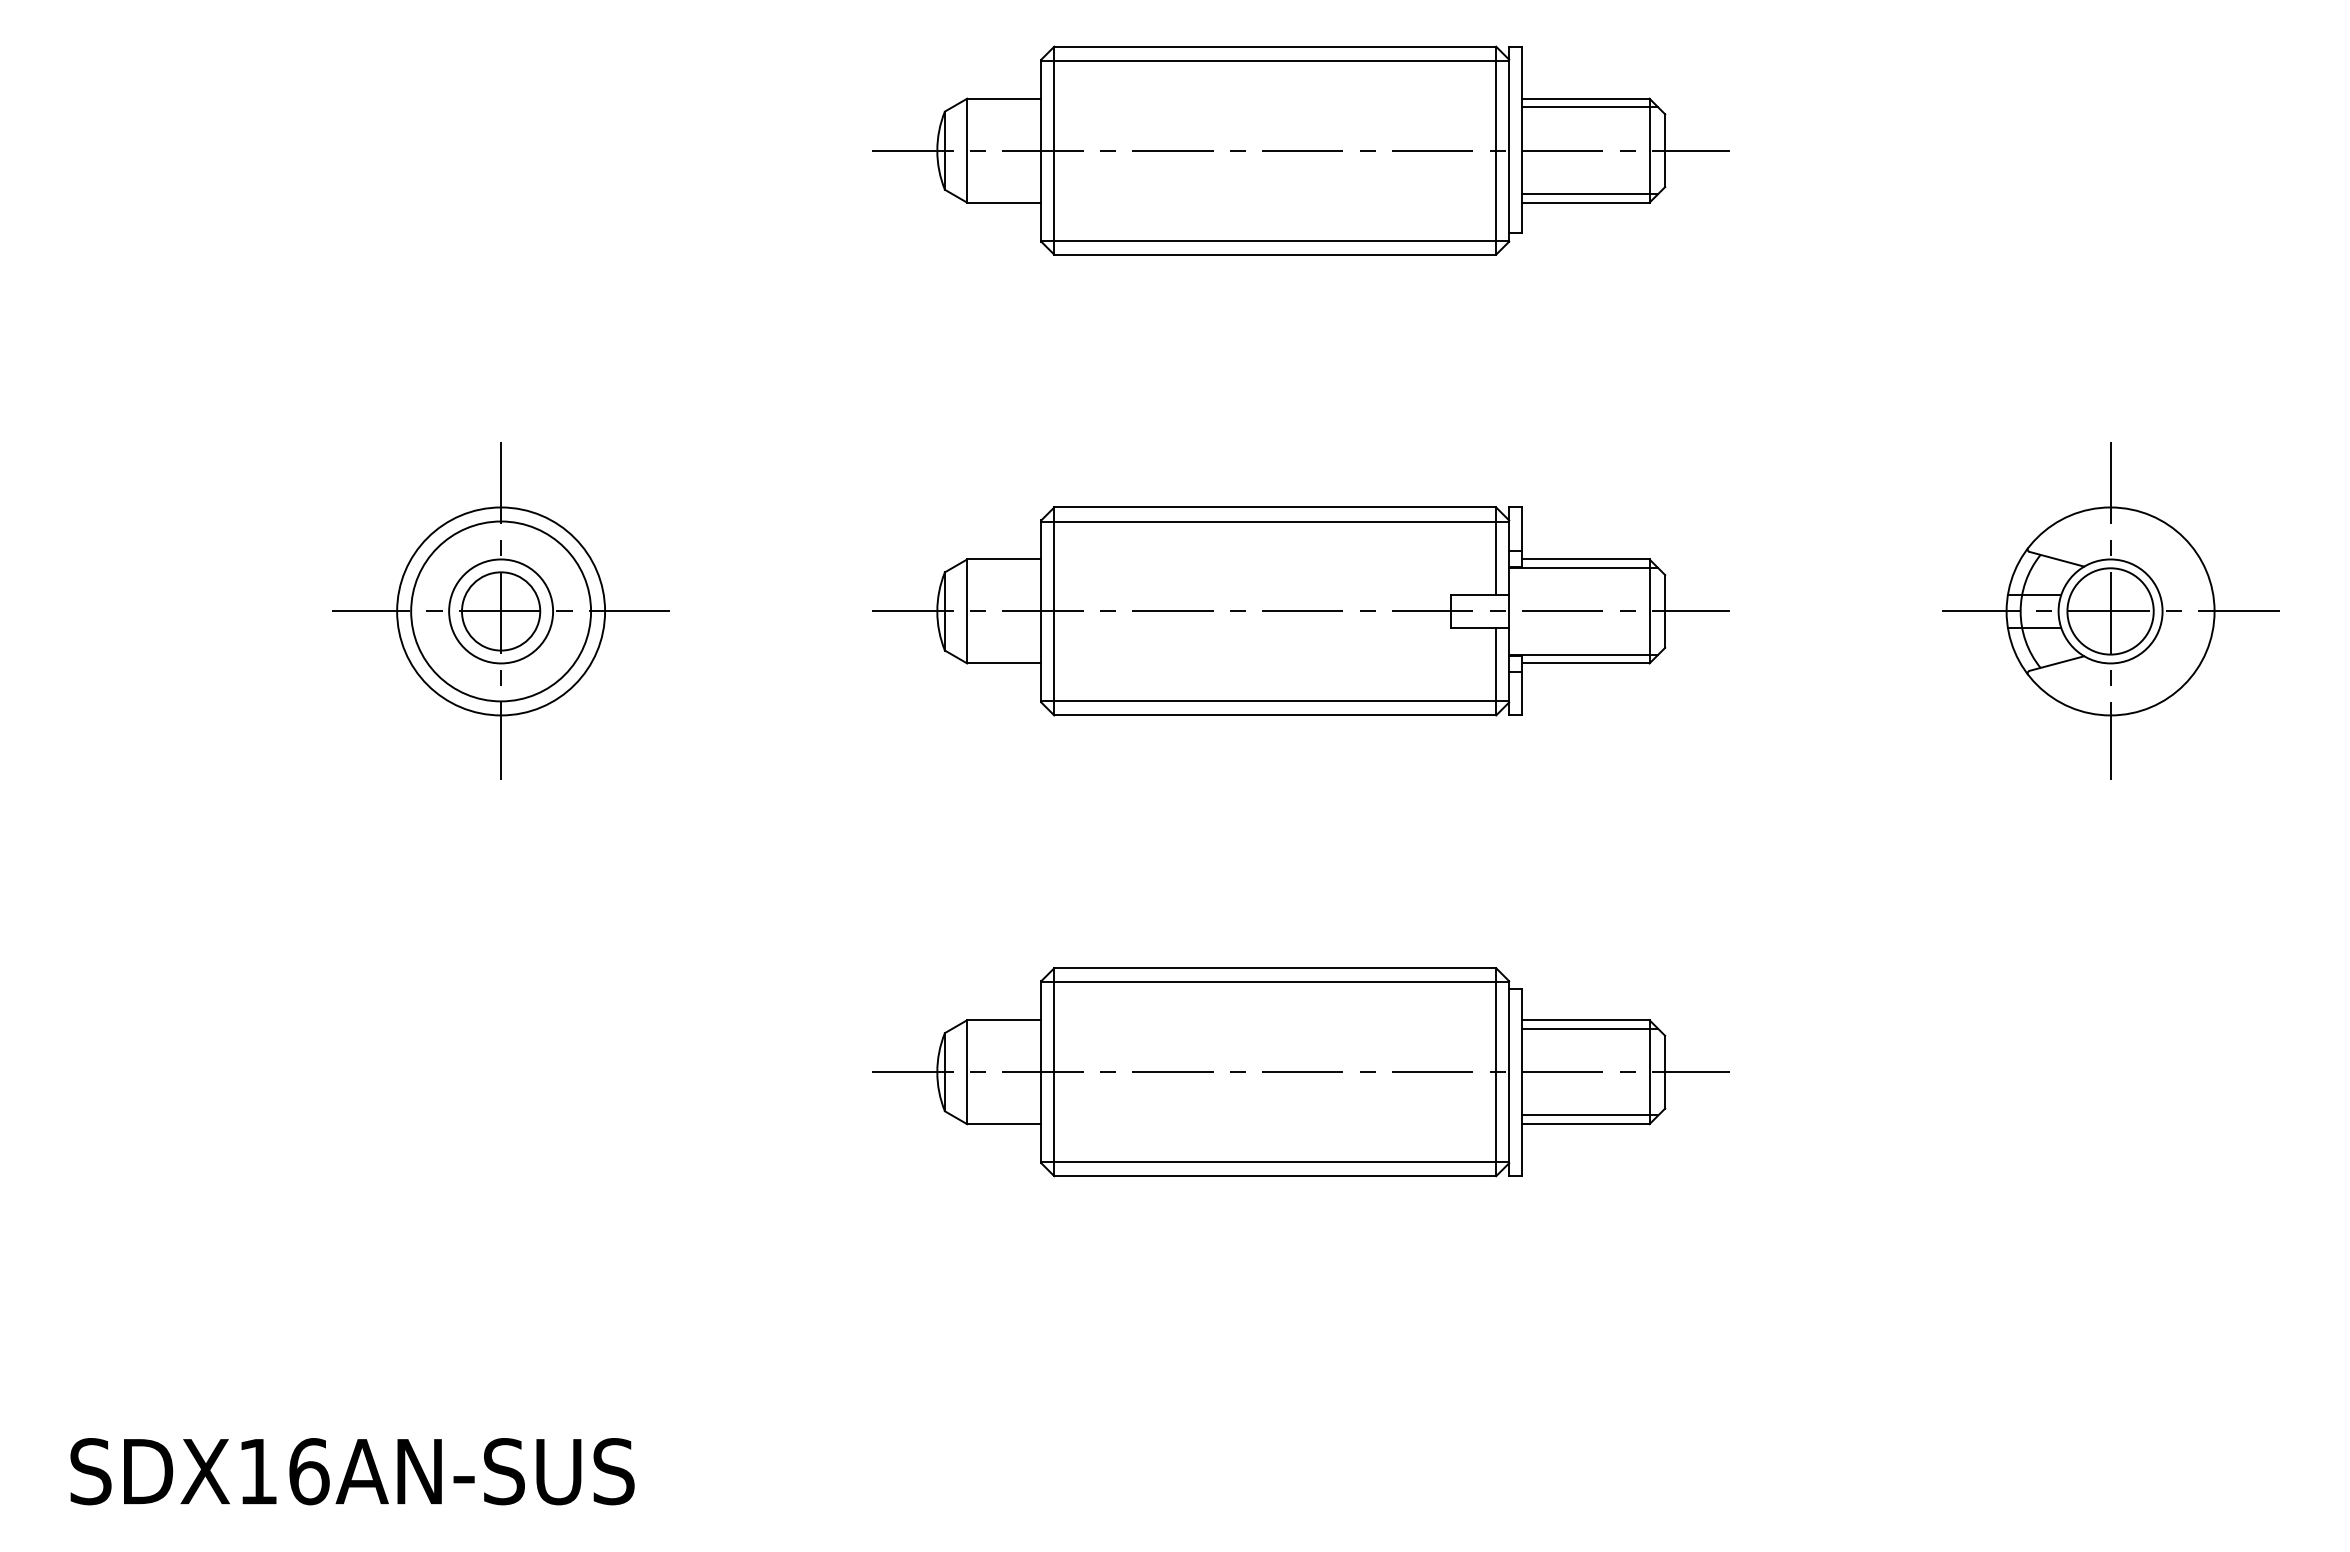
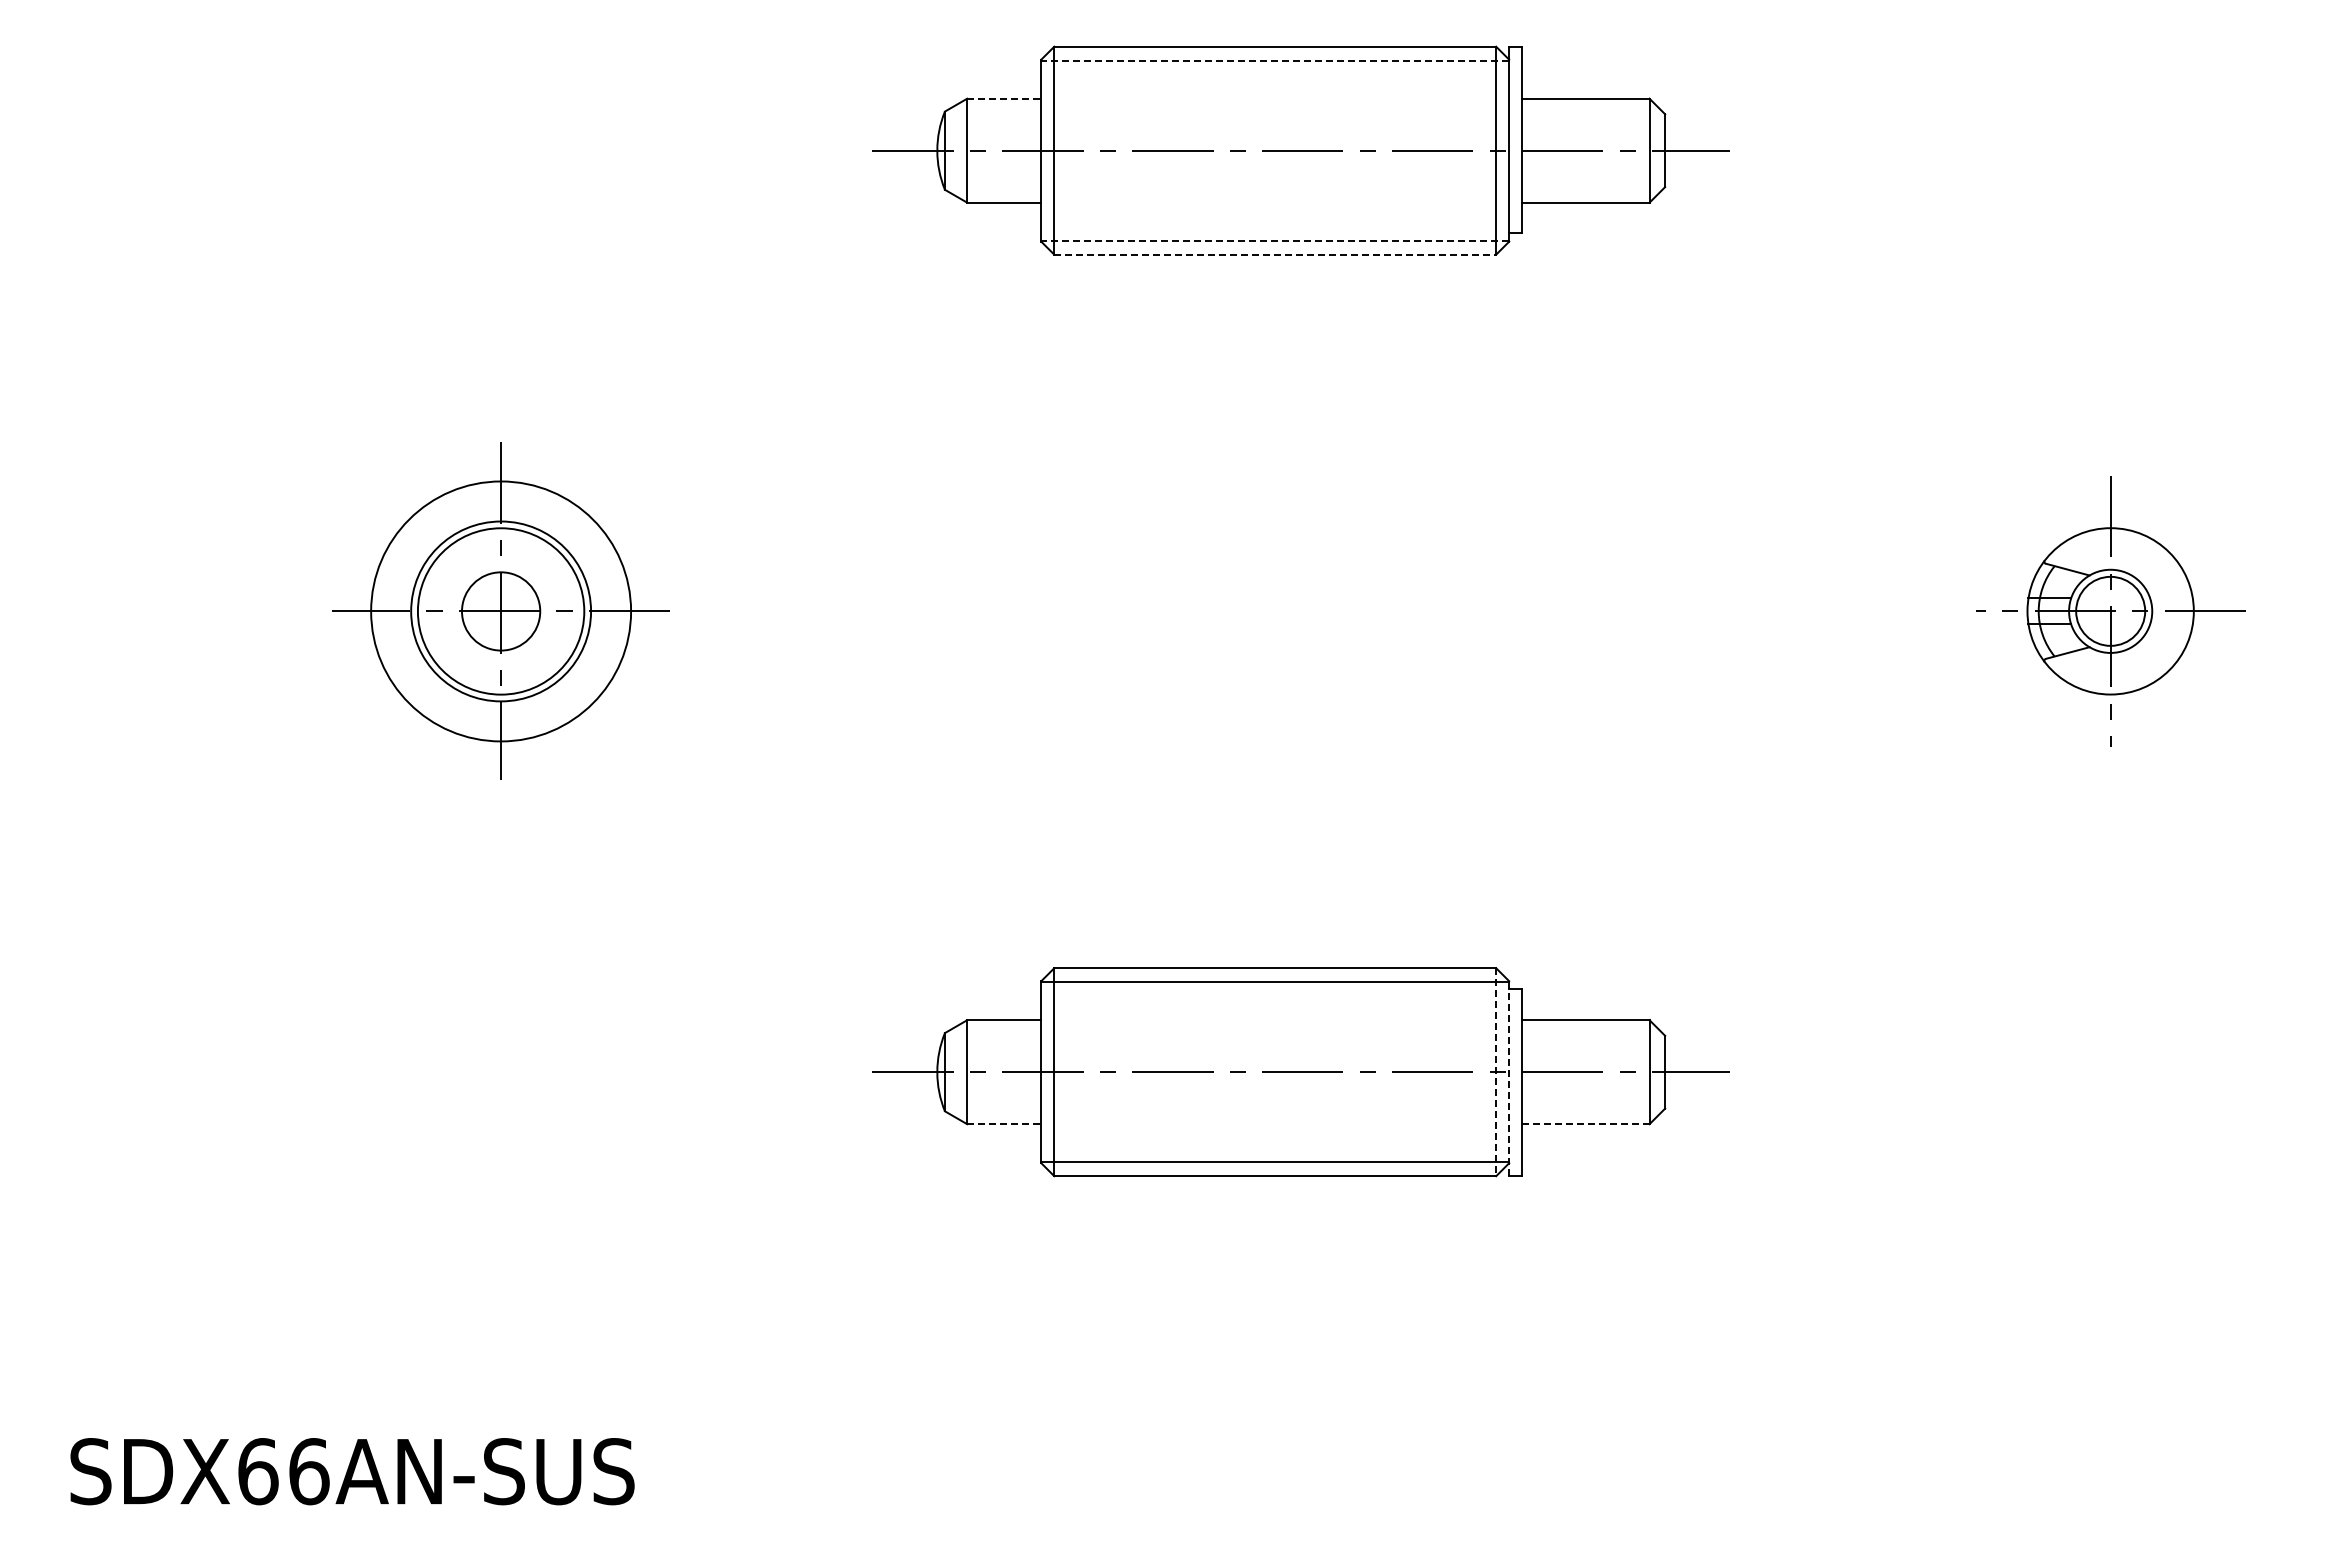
line at (1275, 60): solid -> dashed
line at (1004, 98): solid -> dashed
line at (1590, 107): present -> none
line at (1590, 193): present -> none
line at (1275, 240): solid -> dashed
line at (1275, 254): solid -> dashed
part at (2110, 610) size: 338x338 px -> 270x271 px
circle at (501, 611) diameter: 104 px -> 166 px
circle at (501, 611) diameter: 208 px -> 260 px
part at (1300, 611): present -> none
line at (1590, 1028): present -> none
line at (1496, 1072): solid -> dashed
line at (1509, 1078): solid -> dashed
line at (1590, 1115): present -> none
line at (1004, 1124): solid -> dashed
line at (1585, 1124): solid -> dashed
text at (258, 1471): SDX16AN-SUS -> SDX66AN-SUS
